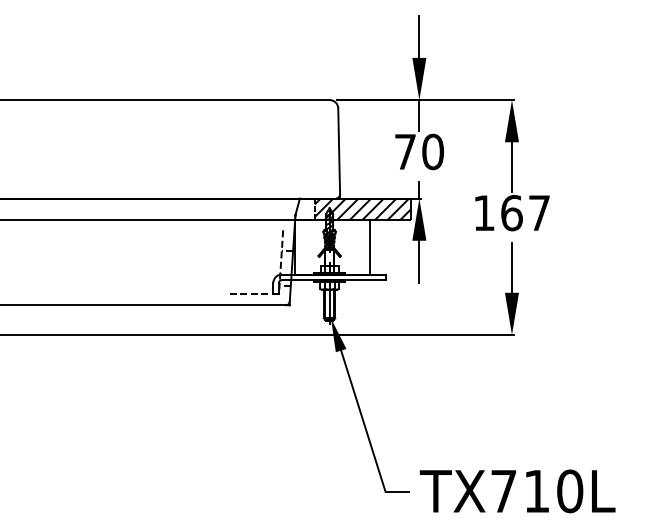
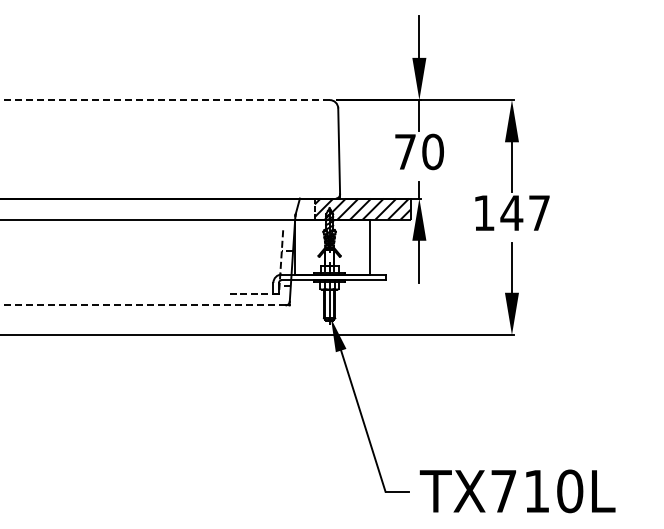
line at (164, 100): solid -> dashed
text at (511, 213): 167 -> 147
line at (142, 305): solid -> dashed
